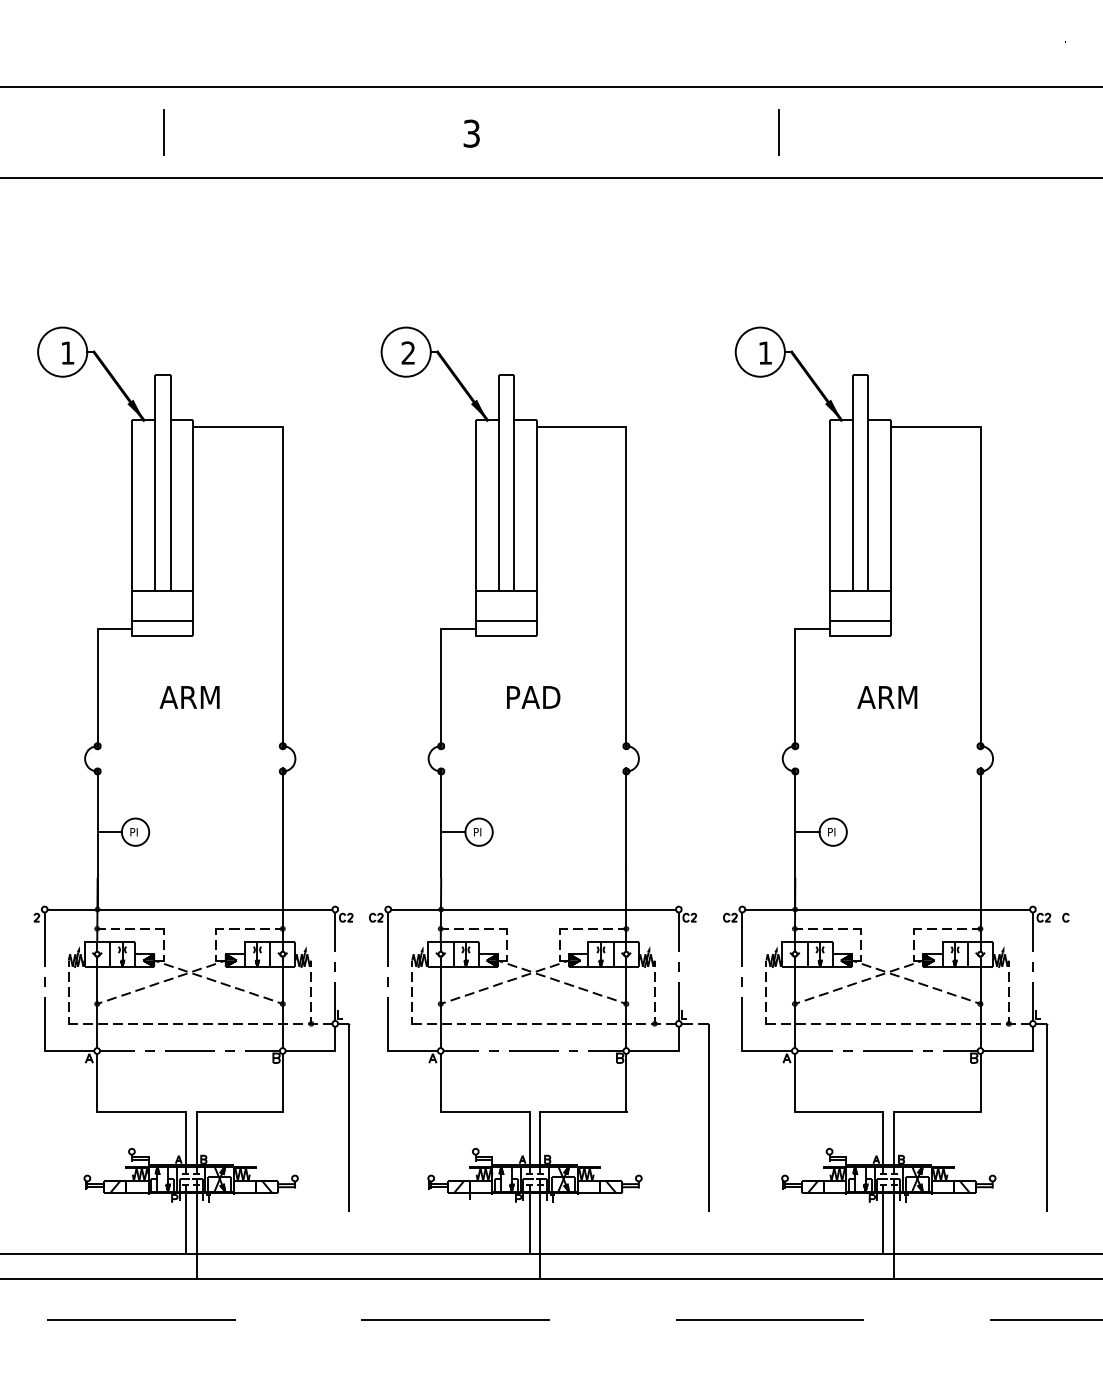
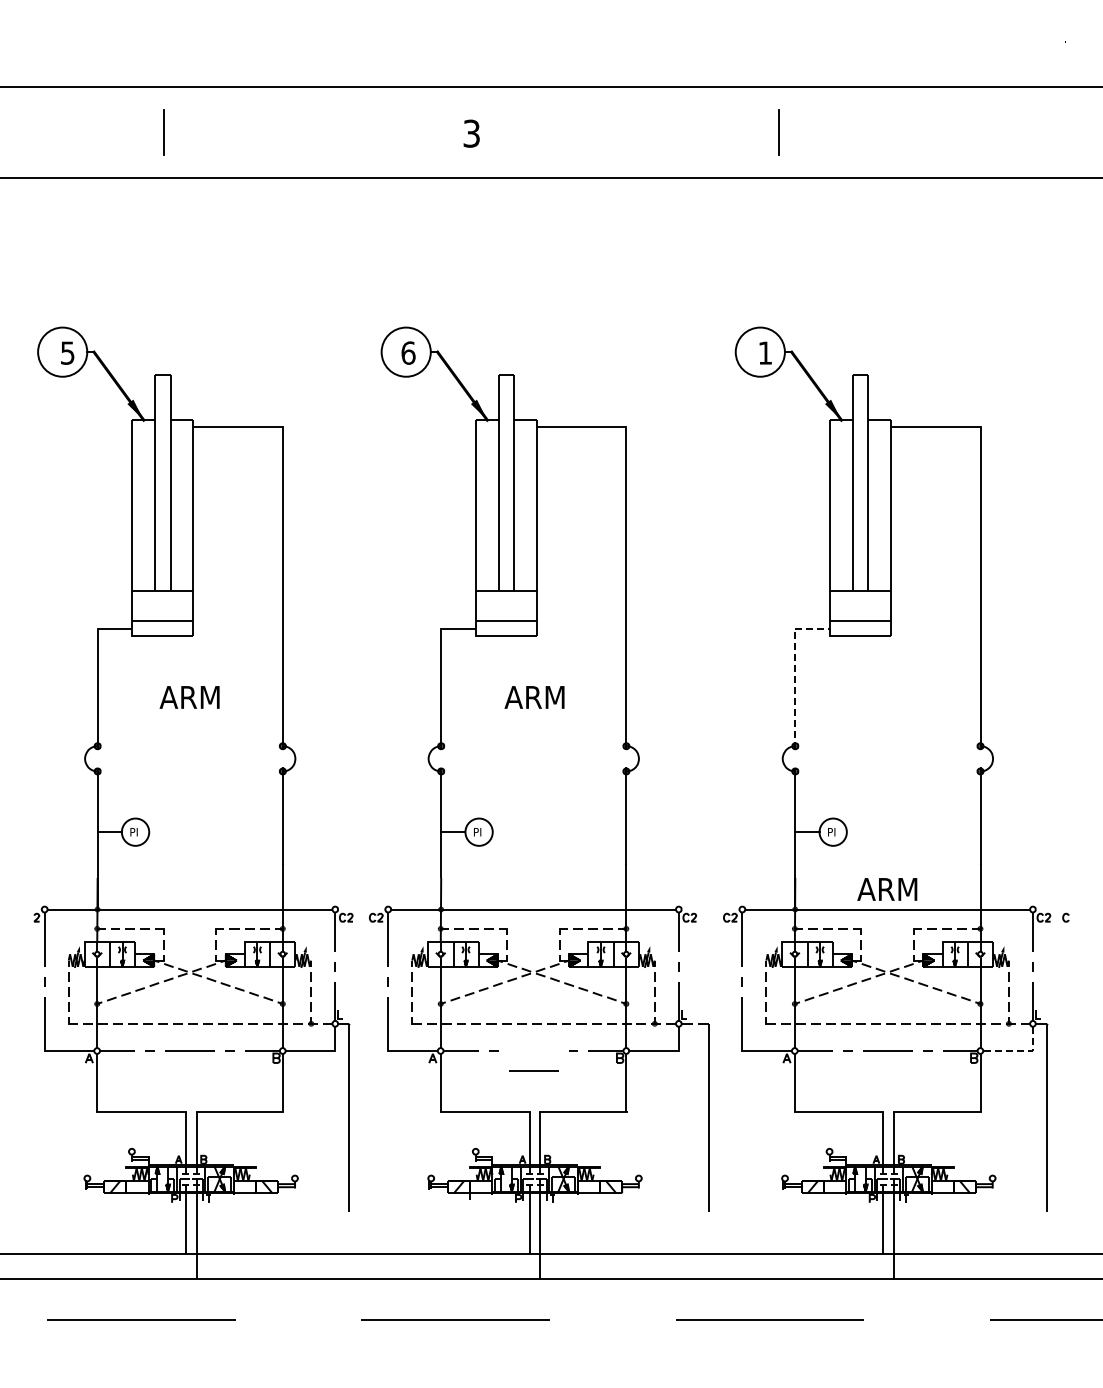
text at (67, 352): 1 -> 5
text at (408, 352): 2 -> 6
line at (795, 670): solid -> dashed
text at (534, 697): PAD -> ARM
text at (887, 697) position: (887, 697) -> (887, 889)
line at (533, 1050) position: (533, 1050) -> (533, 1070)
line at (1021, 1051): solid -> dashed
